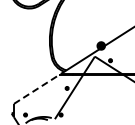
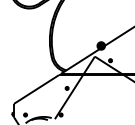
line at (36, 89): dashed -> solid
